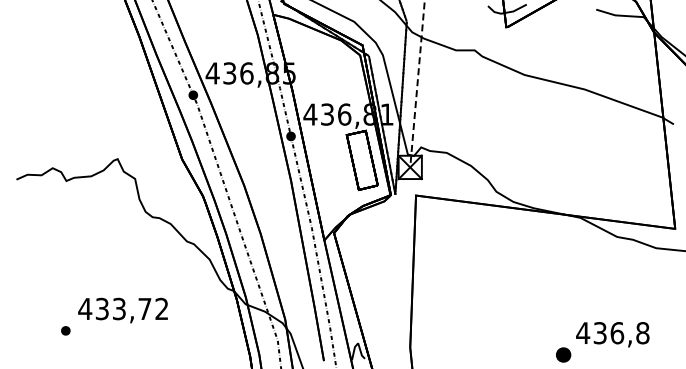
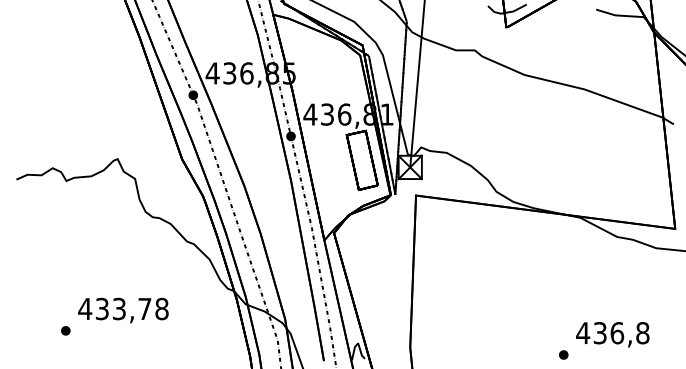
line at (417, 83): dashed -> solid
text at (161, 308): 433,72 -> 433,78
part at (563, 354) size: 16x16 px -> 10x10 px
